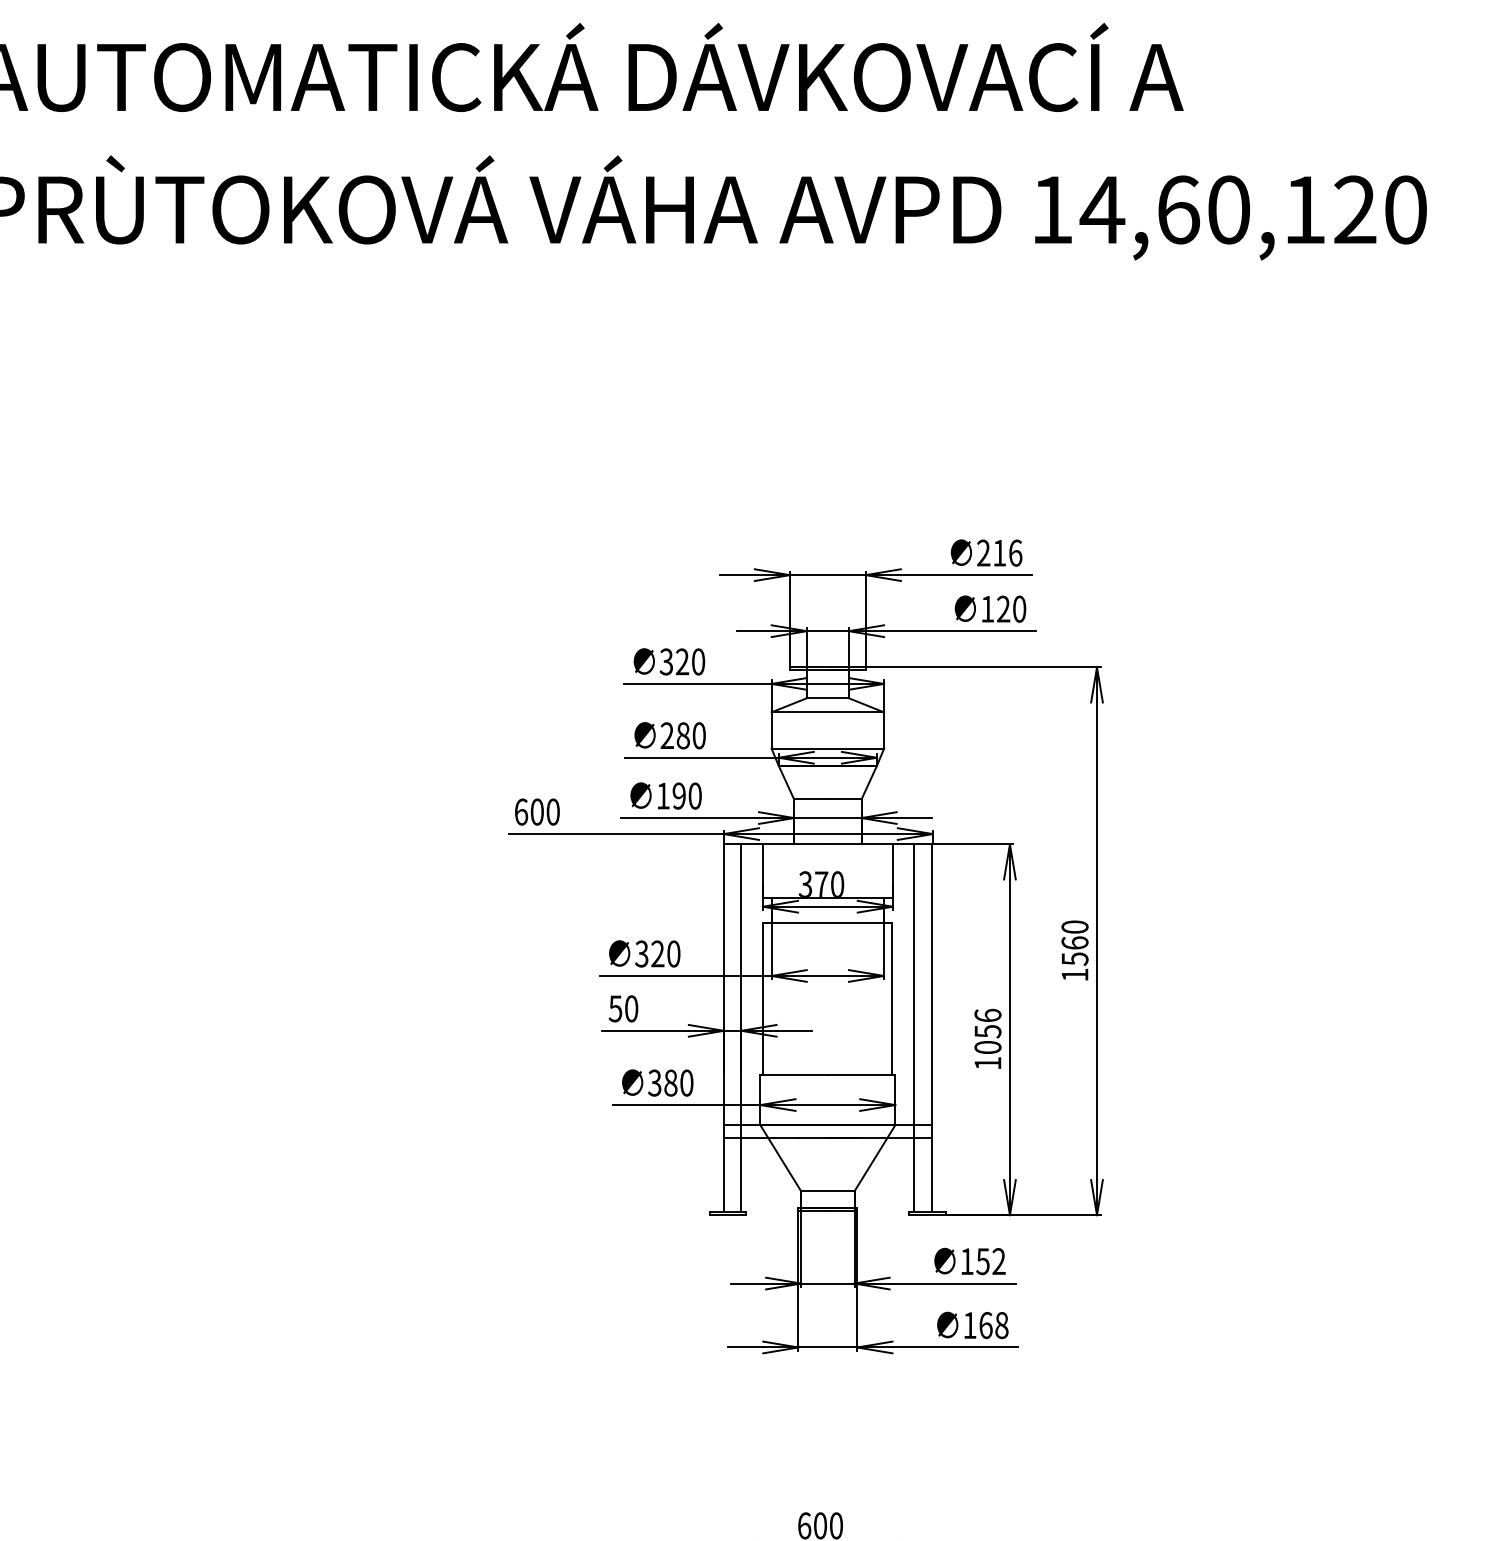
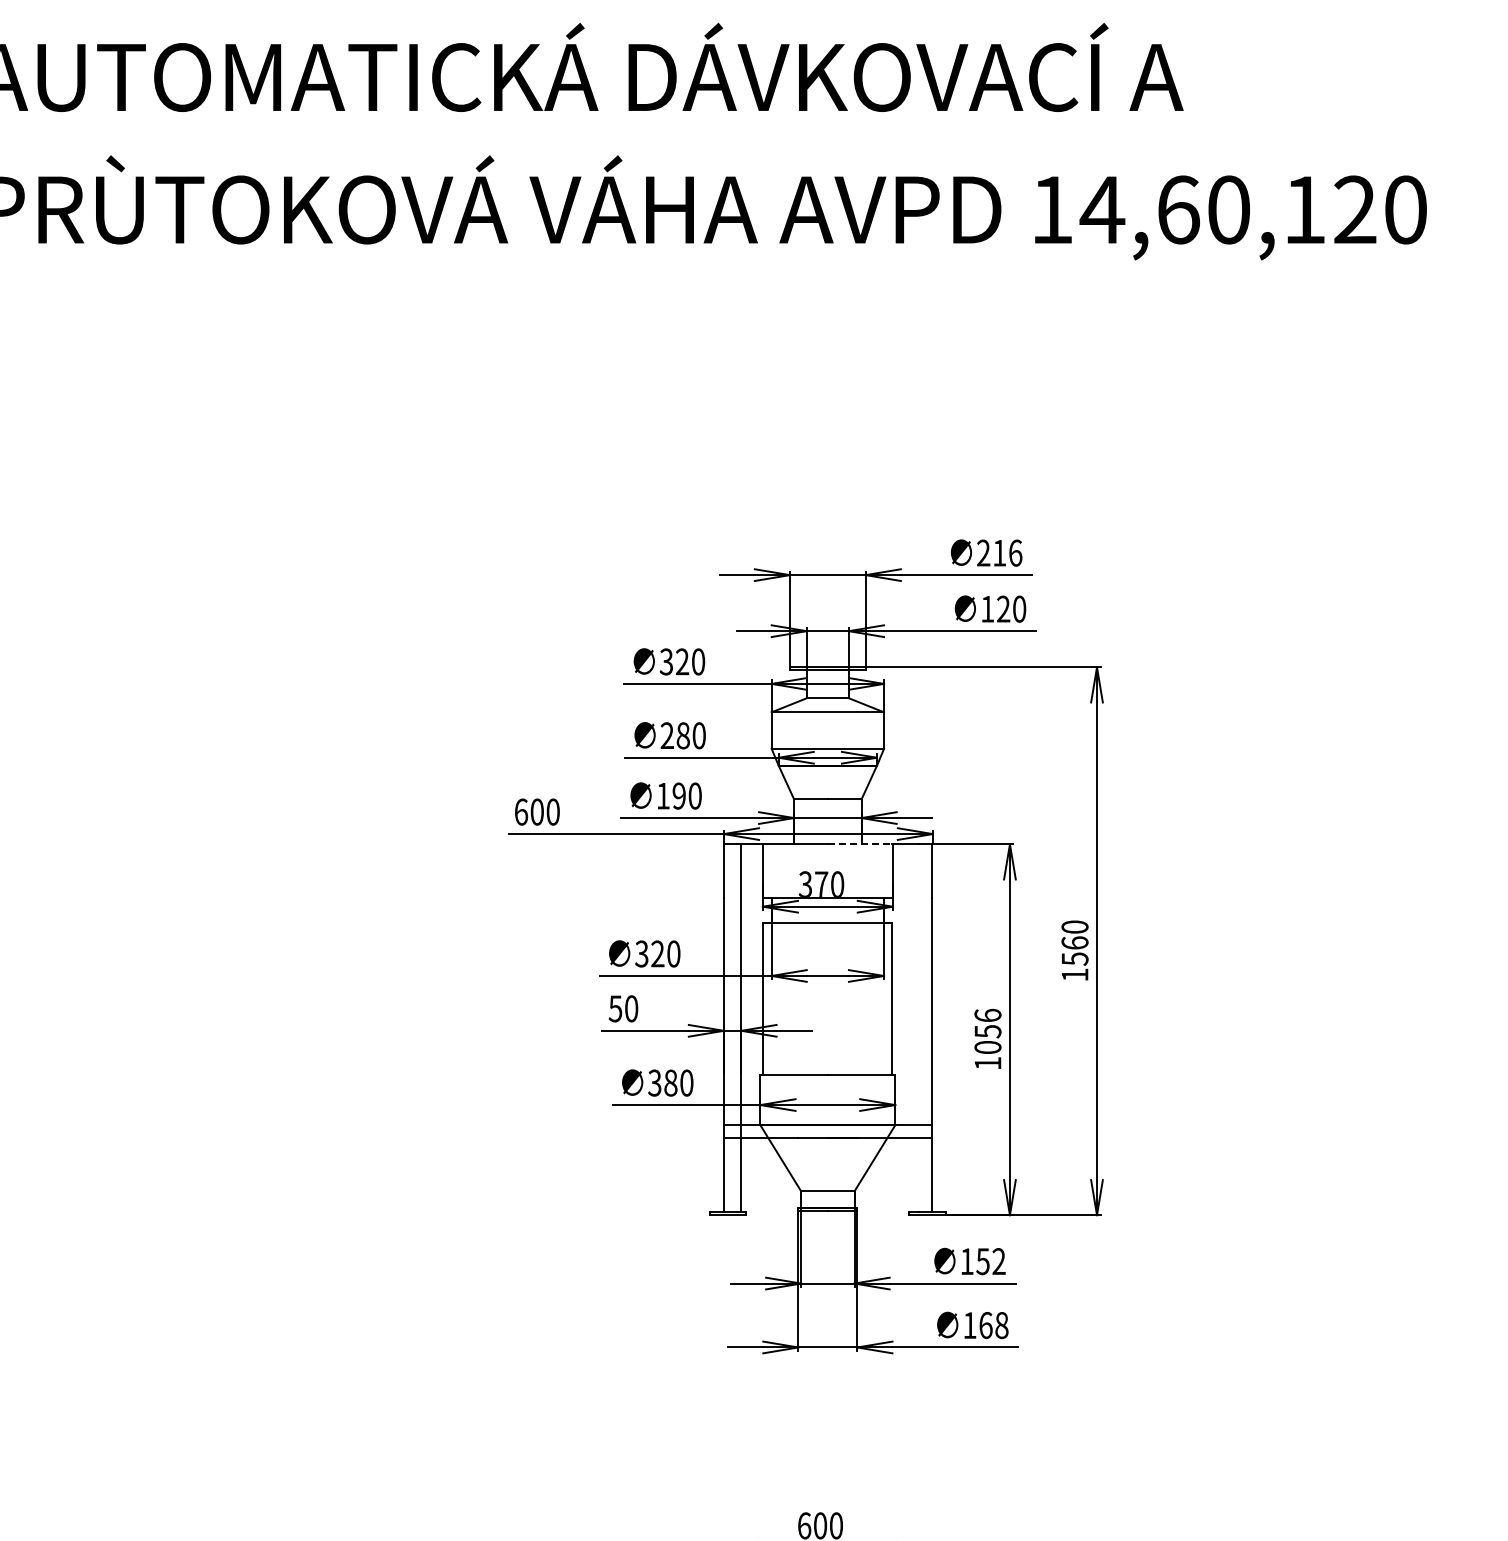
line at (860, 844): solid -> dashed
line at (914, 1028): present -> none
